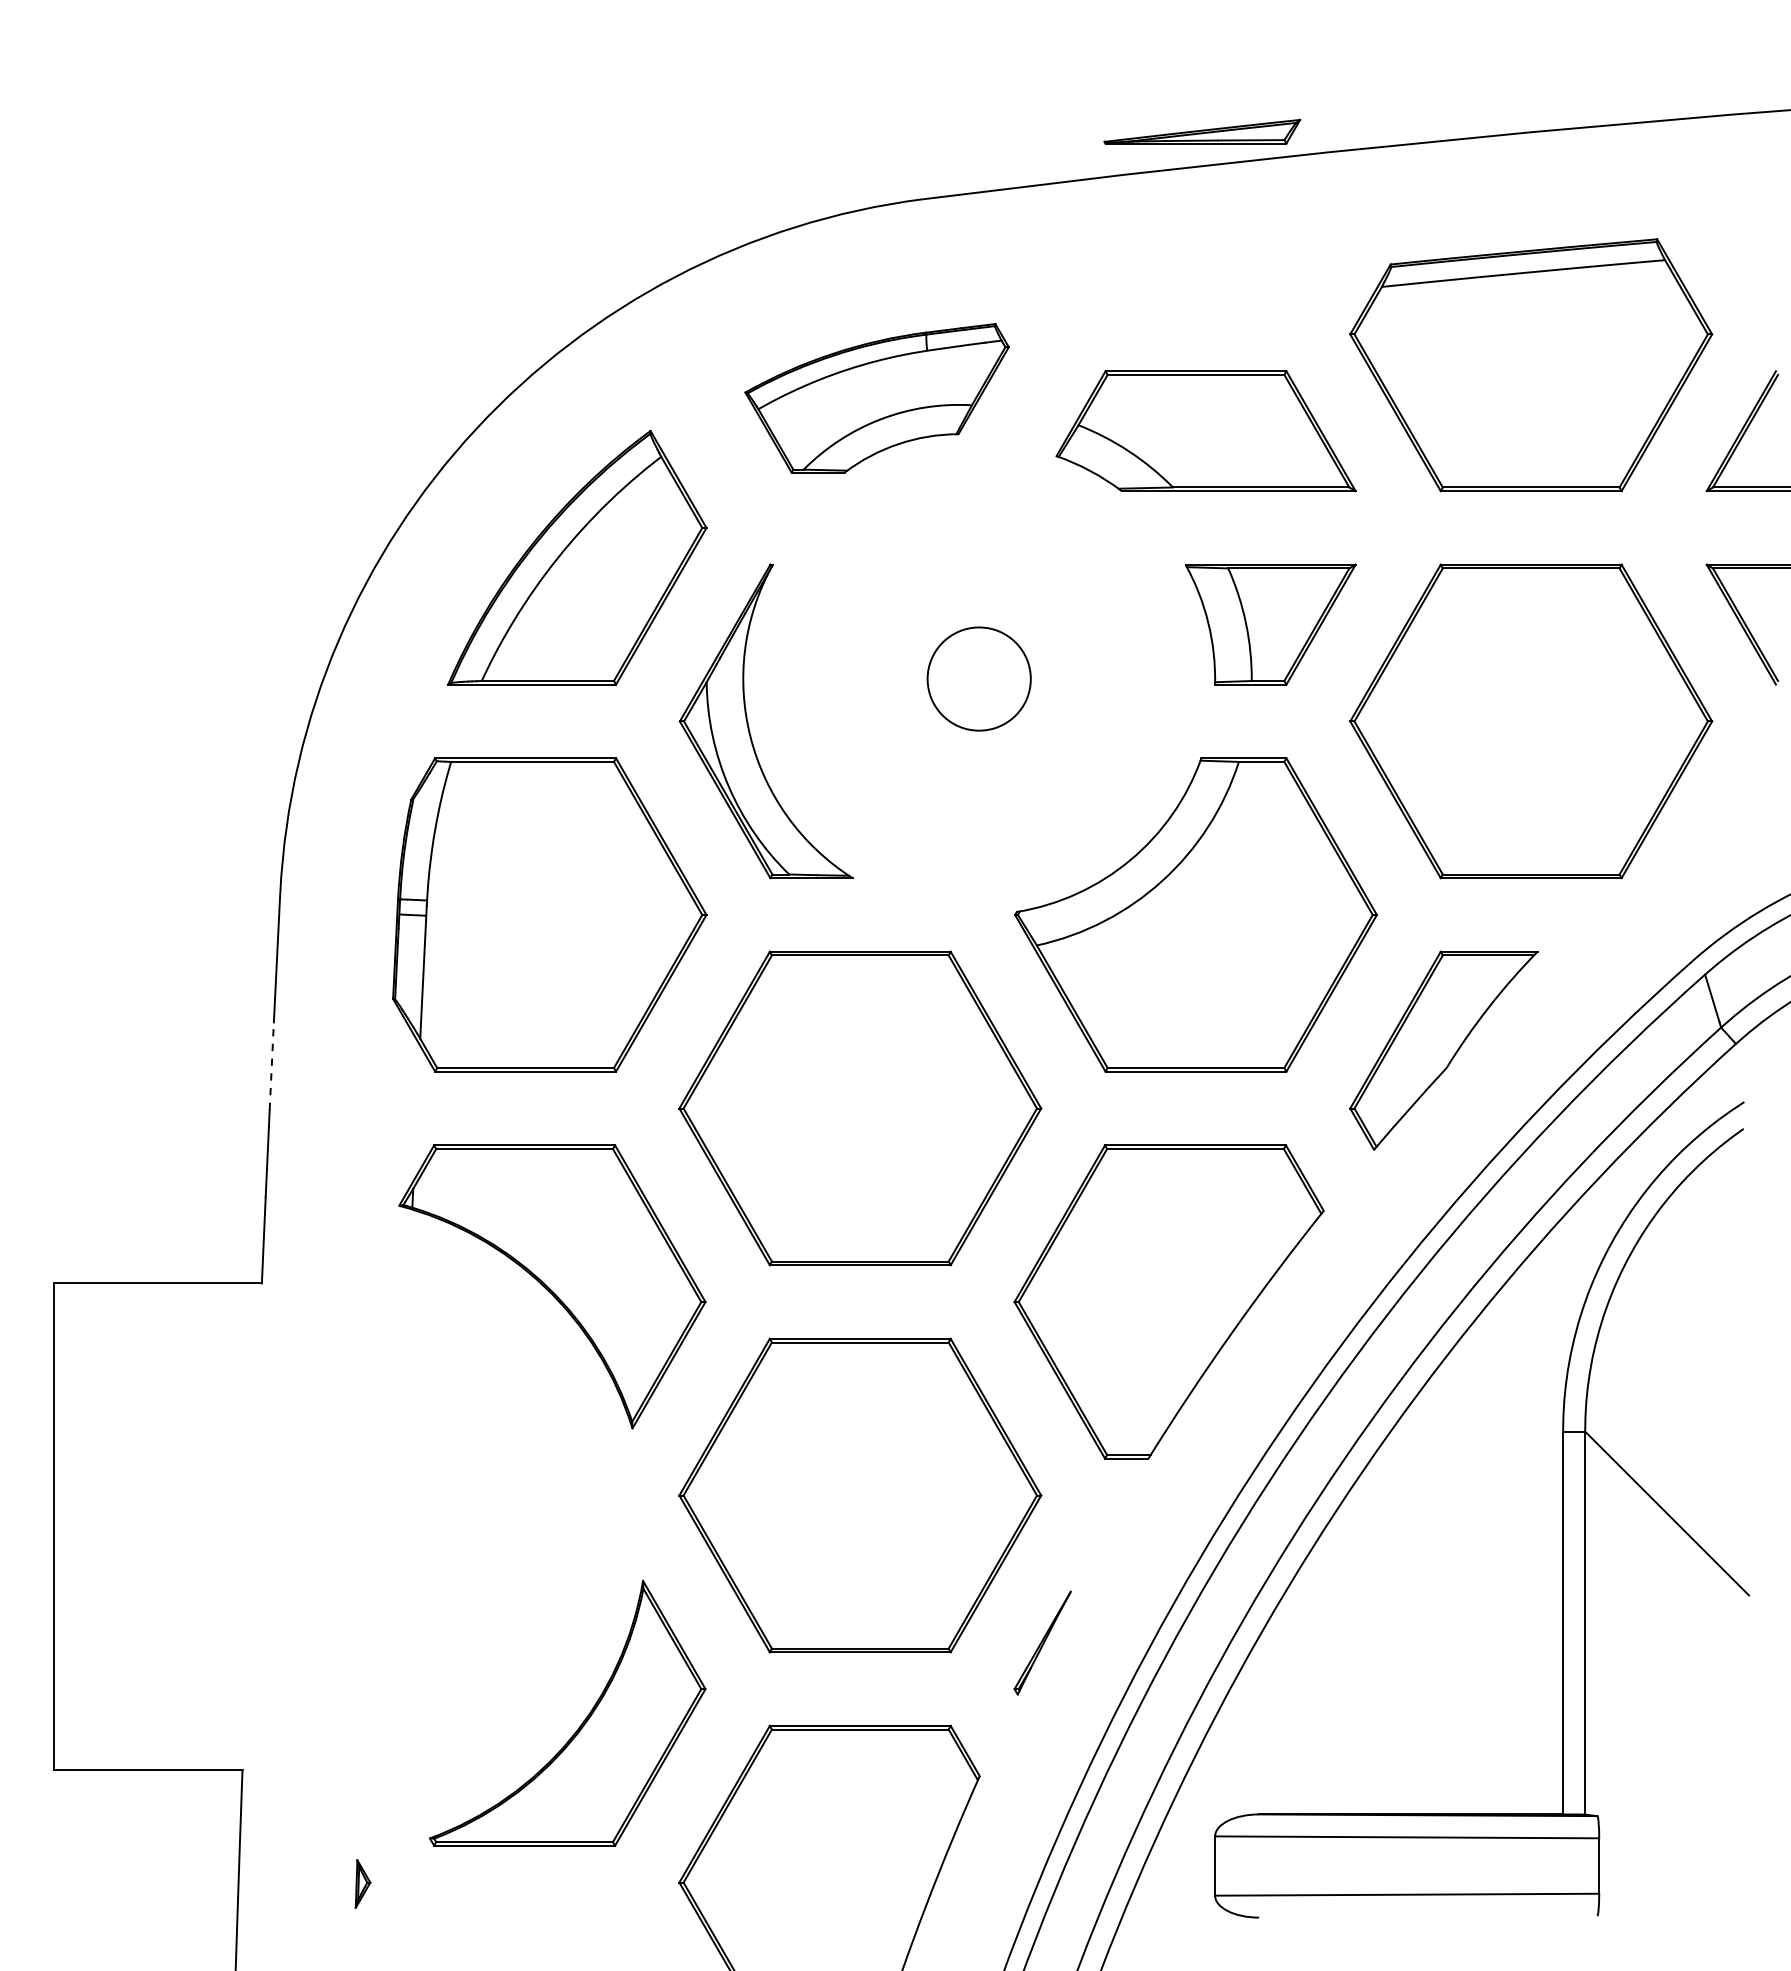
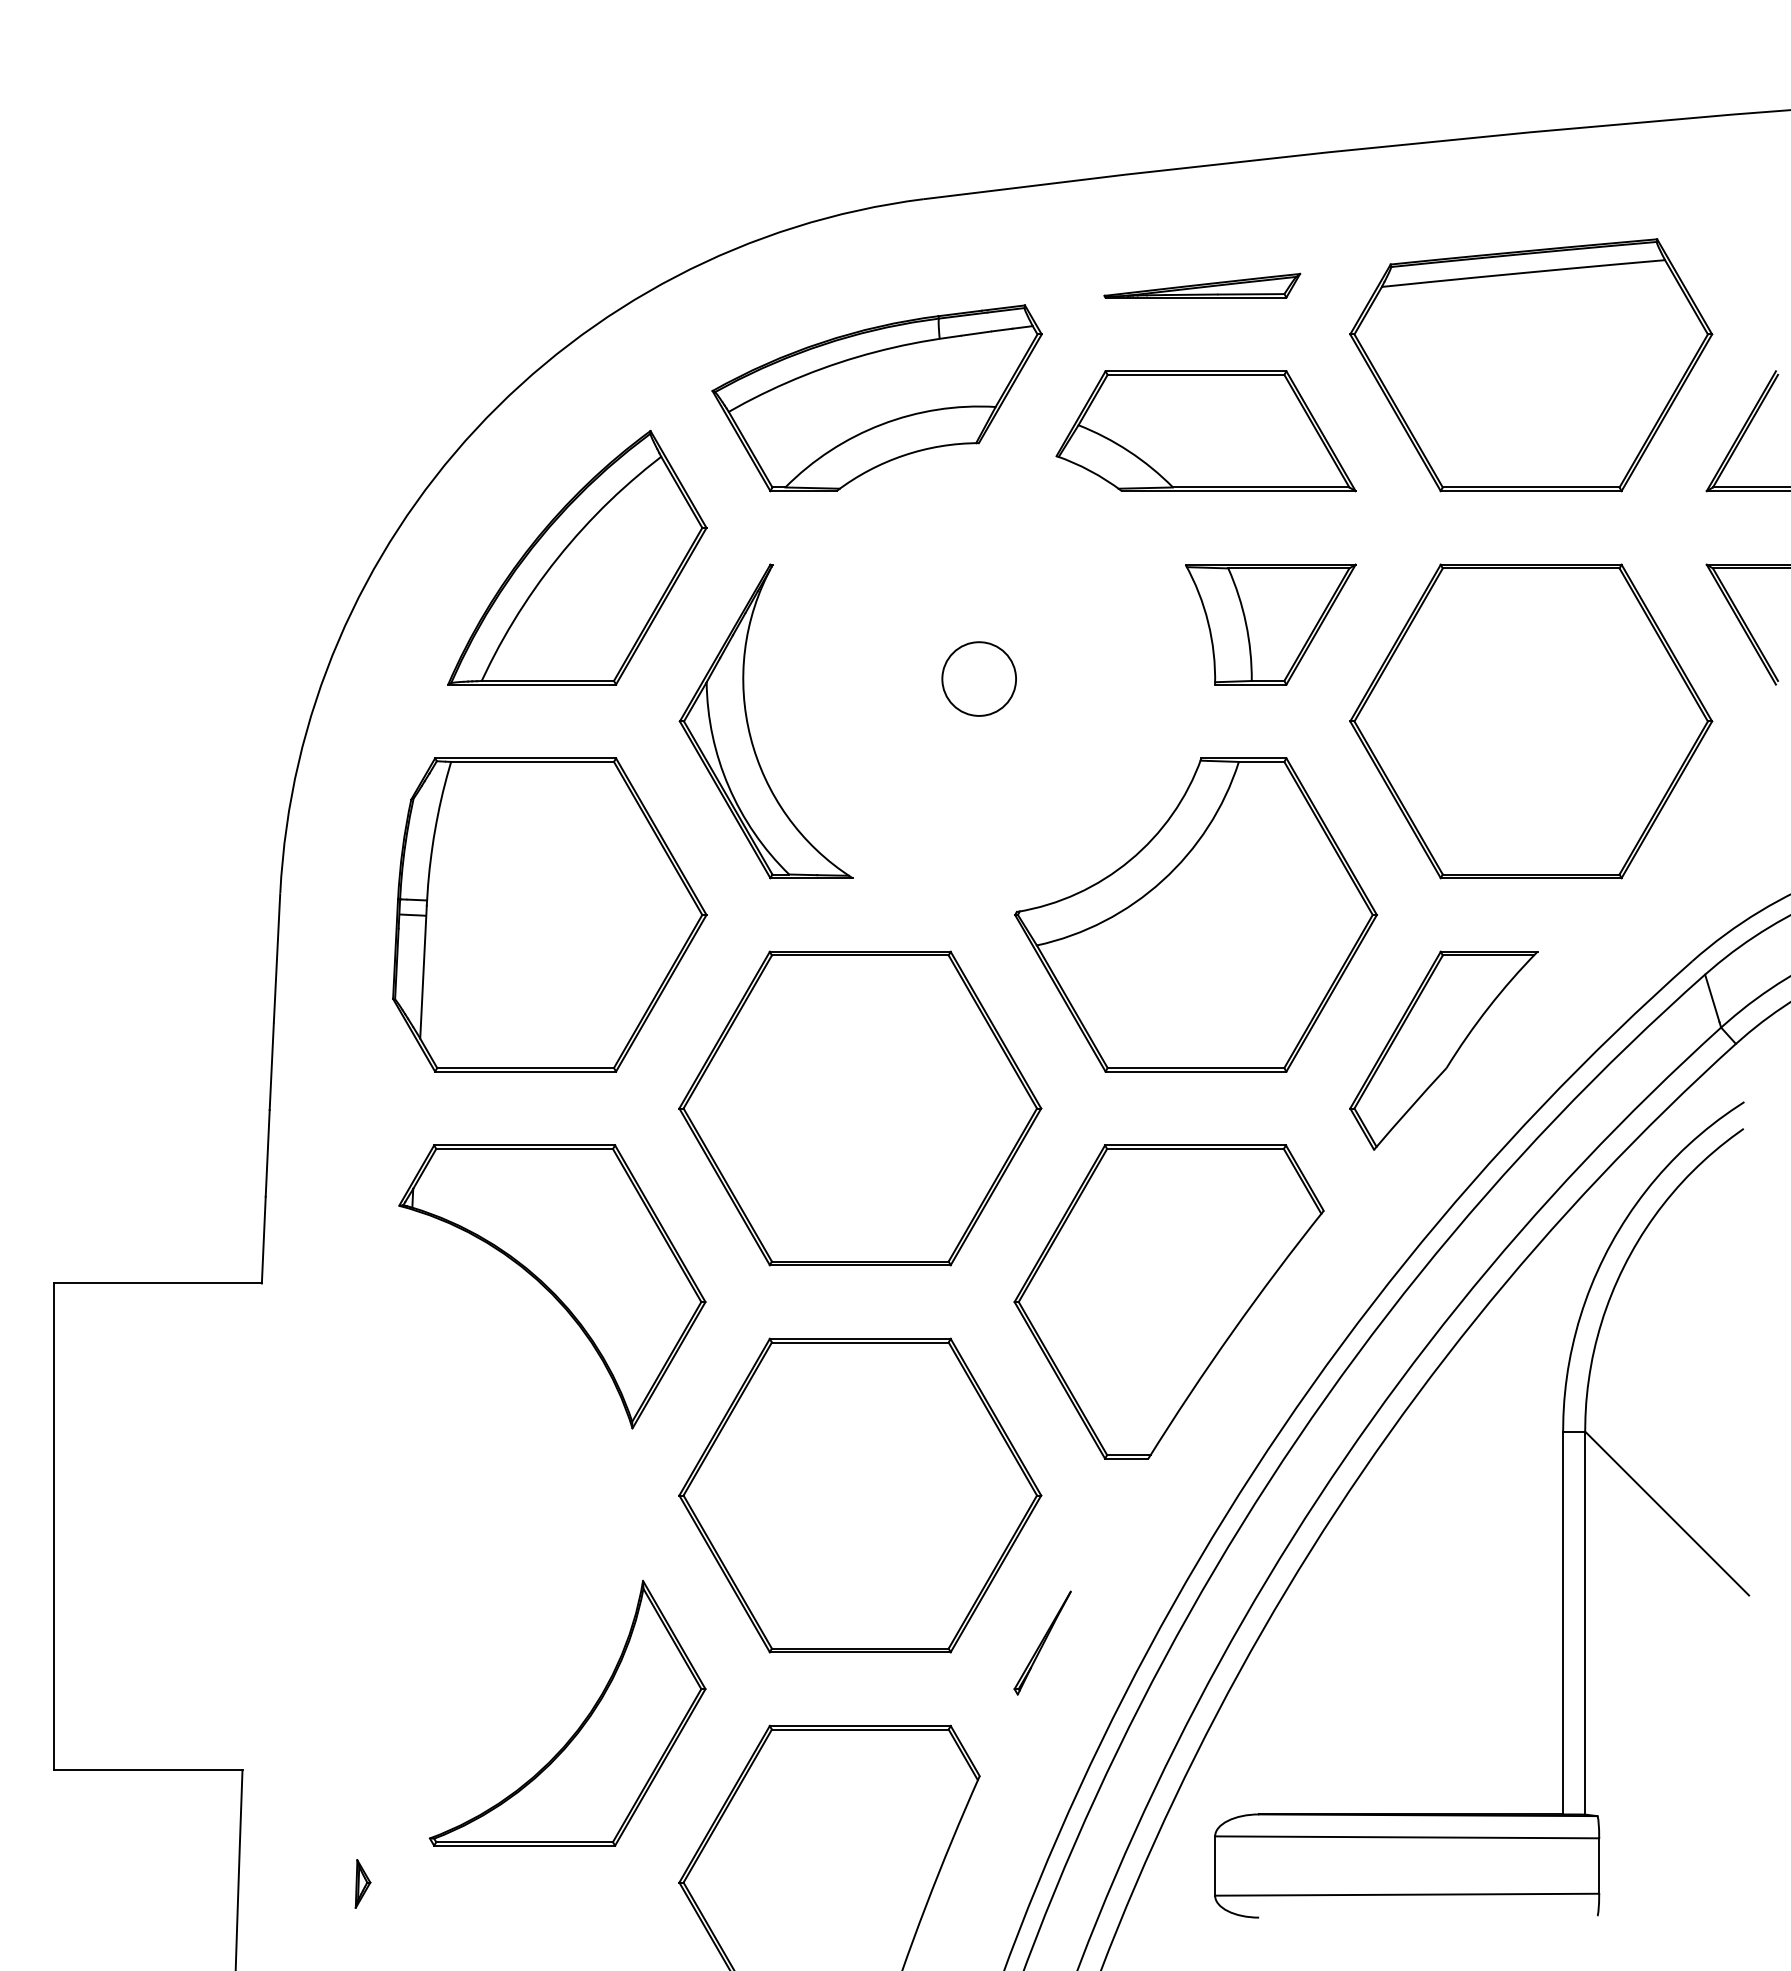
part at (1202, 131) position: (1202, 131) -> (1202, 285)
part at (876, 398) size: 266x151 px -> 332x189 px
circle at (978, 678) diameter: 103 px -> 74 px
line at (271, 1066): dashed -> solid
